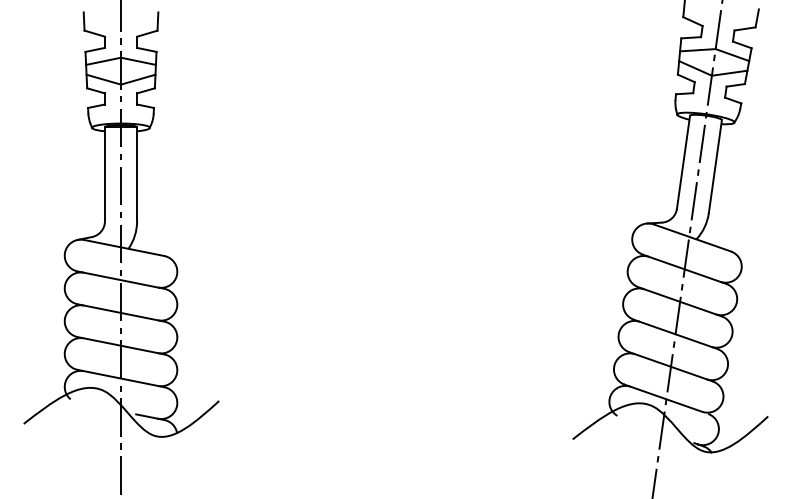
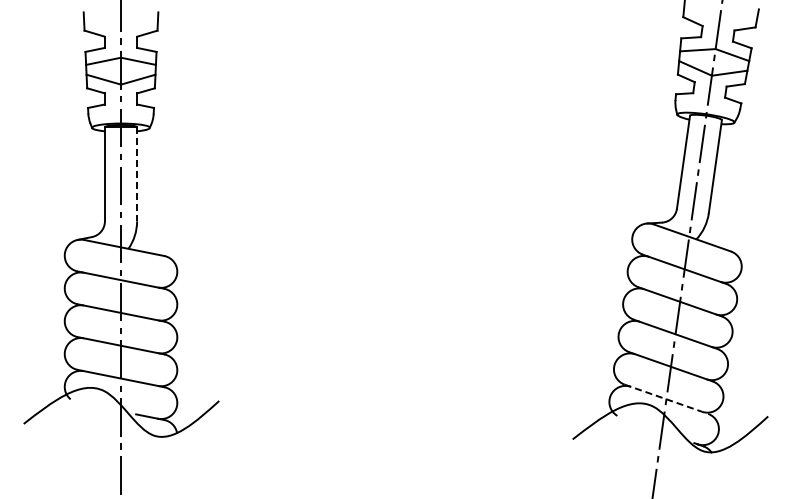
line at (137, 174): solid -> dashed
line at (663, 398): solid -> dashed
